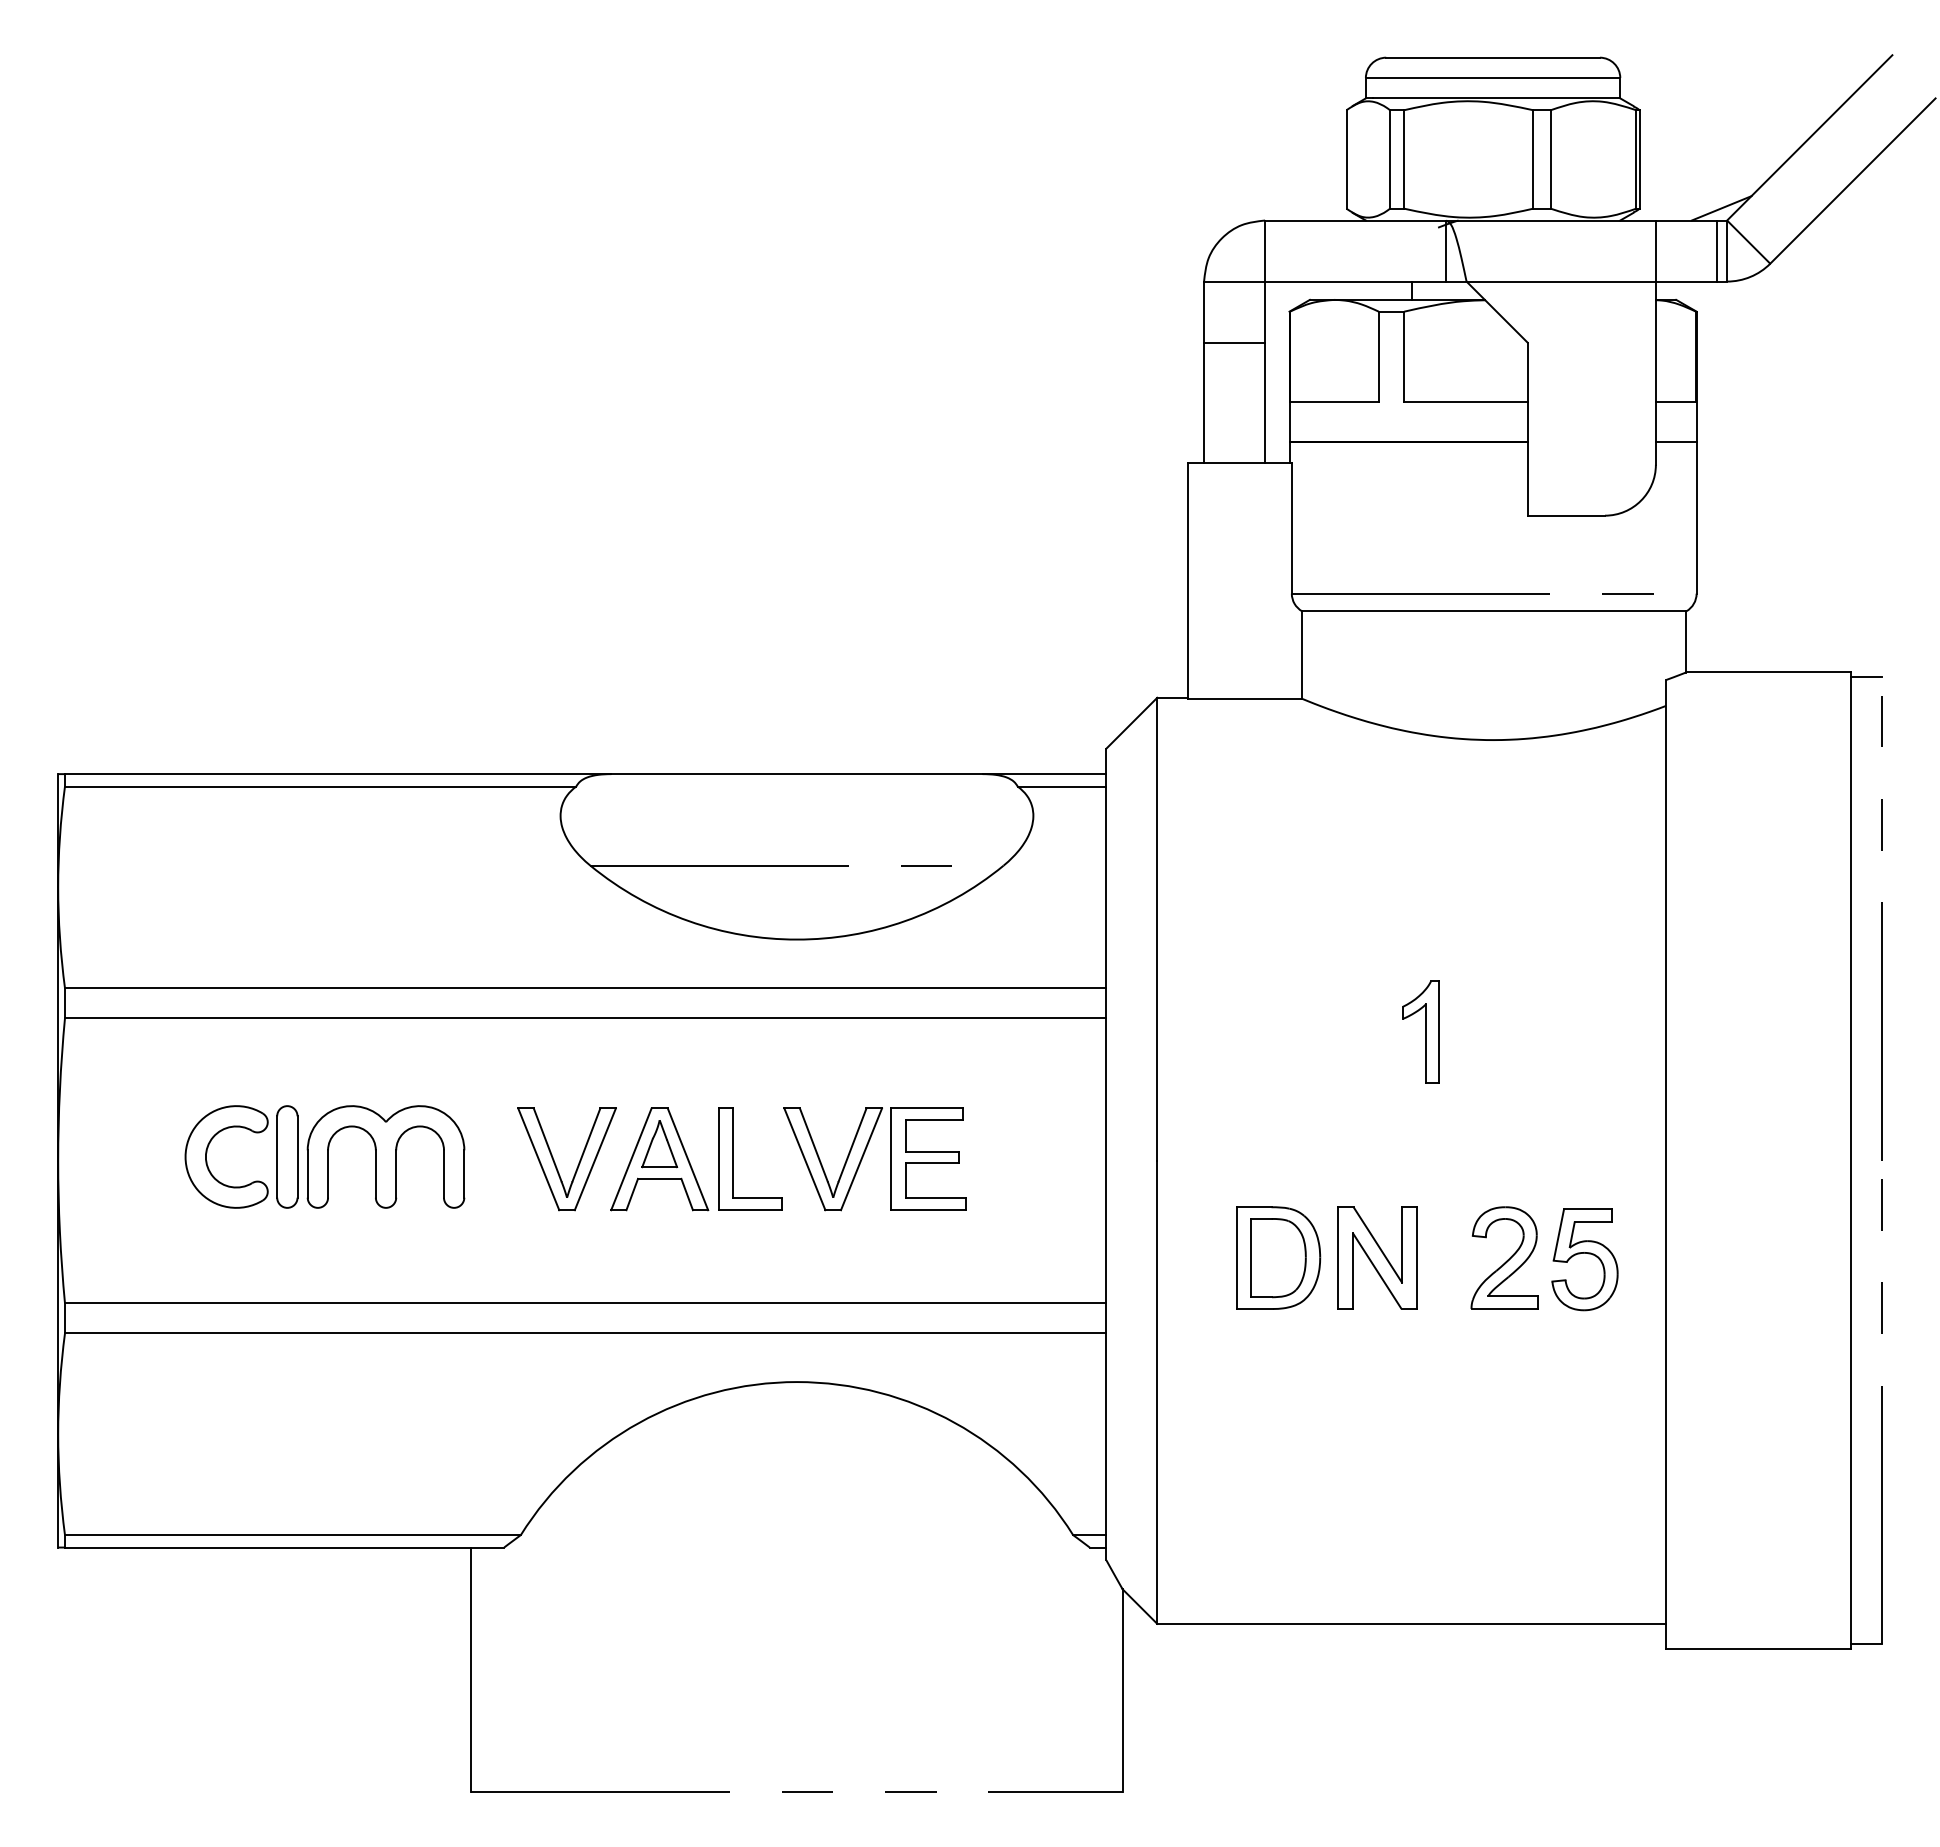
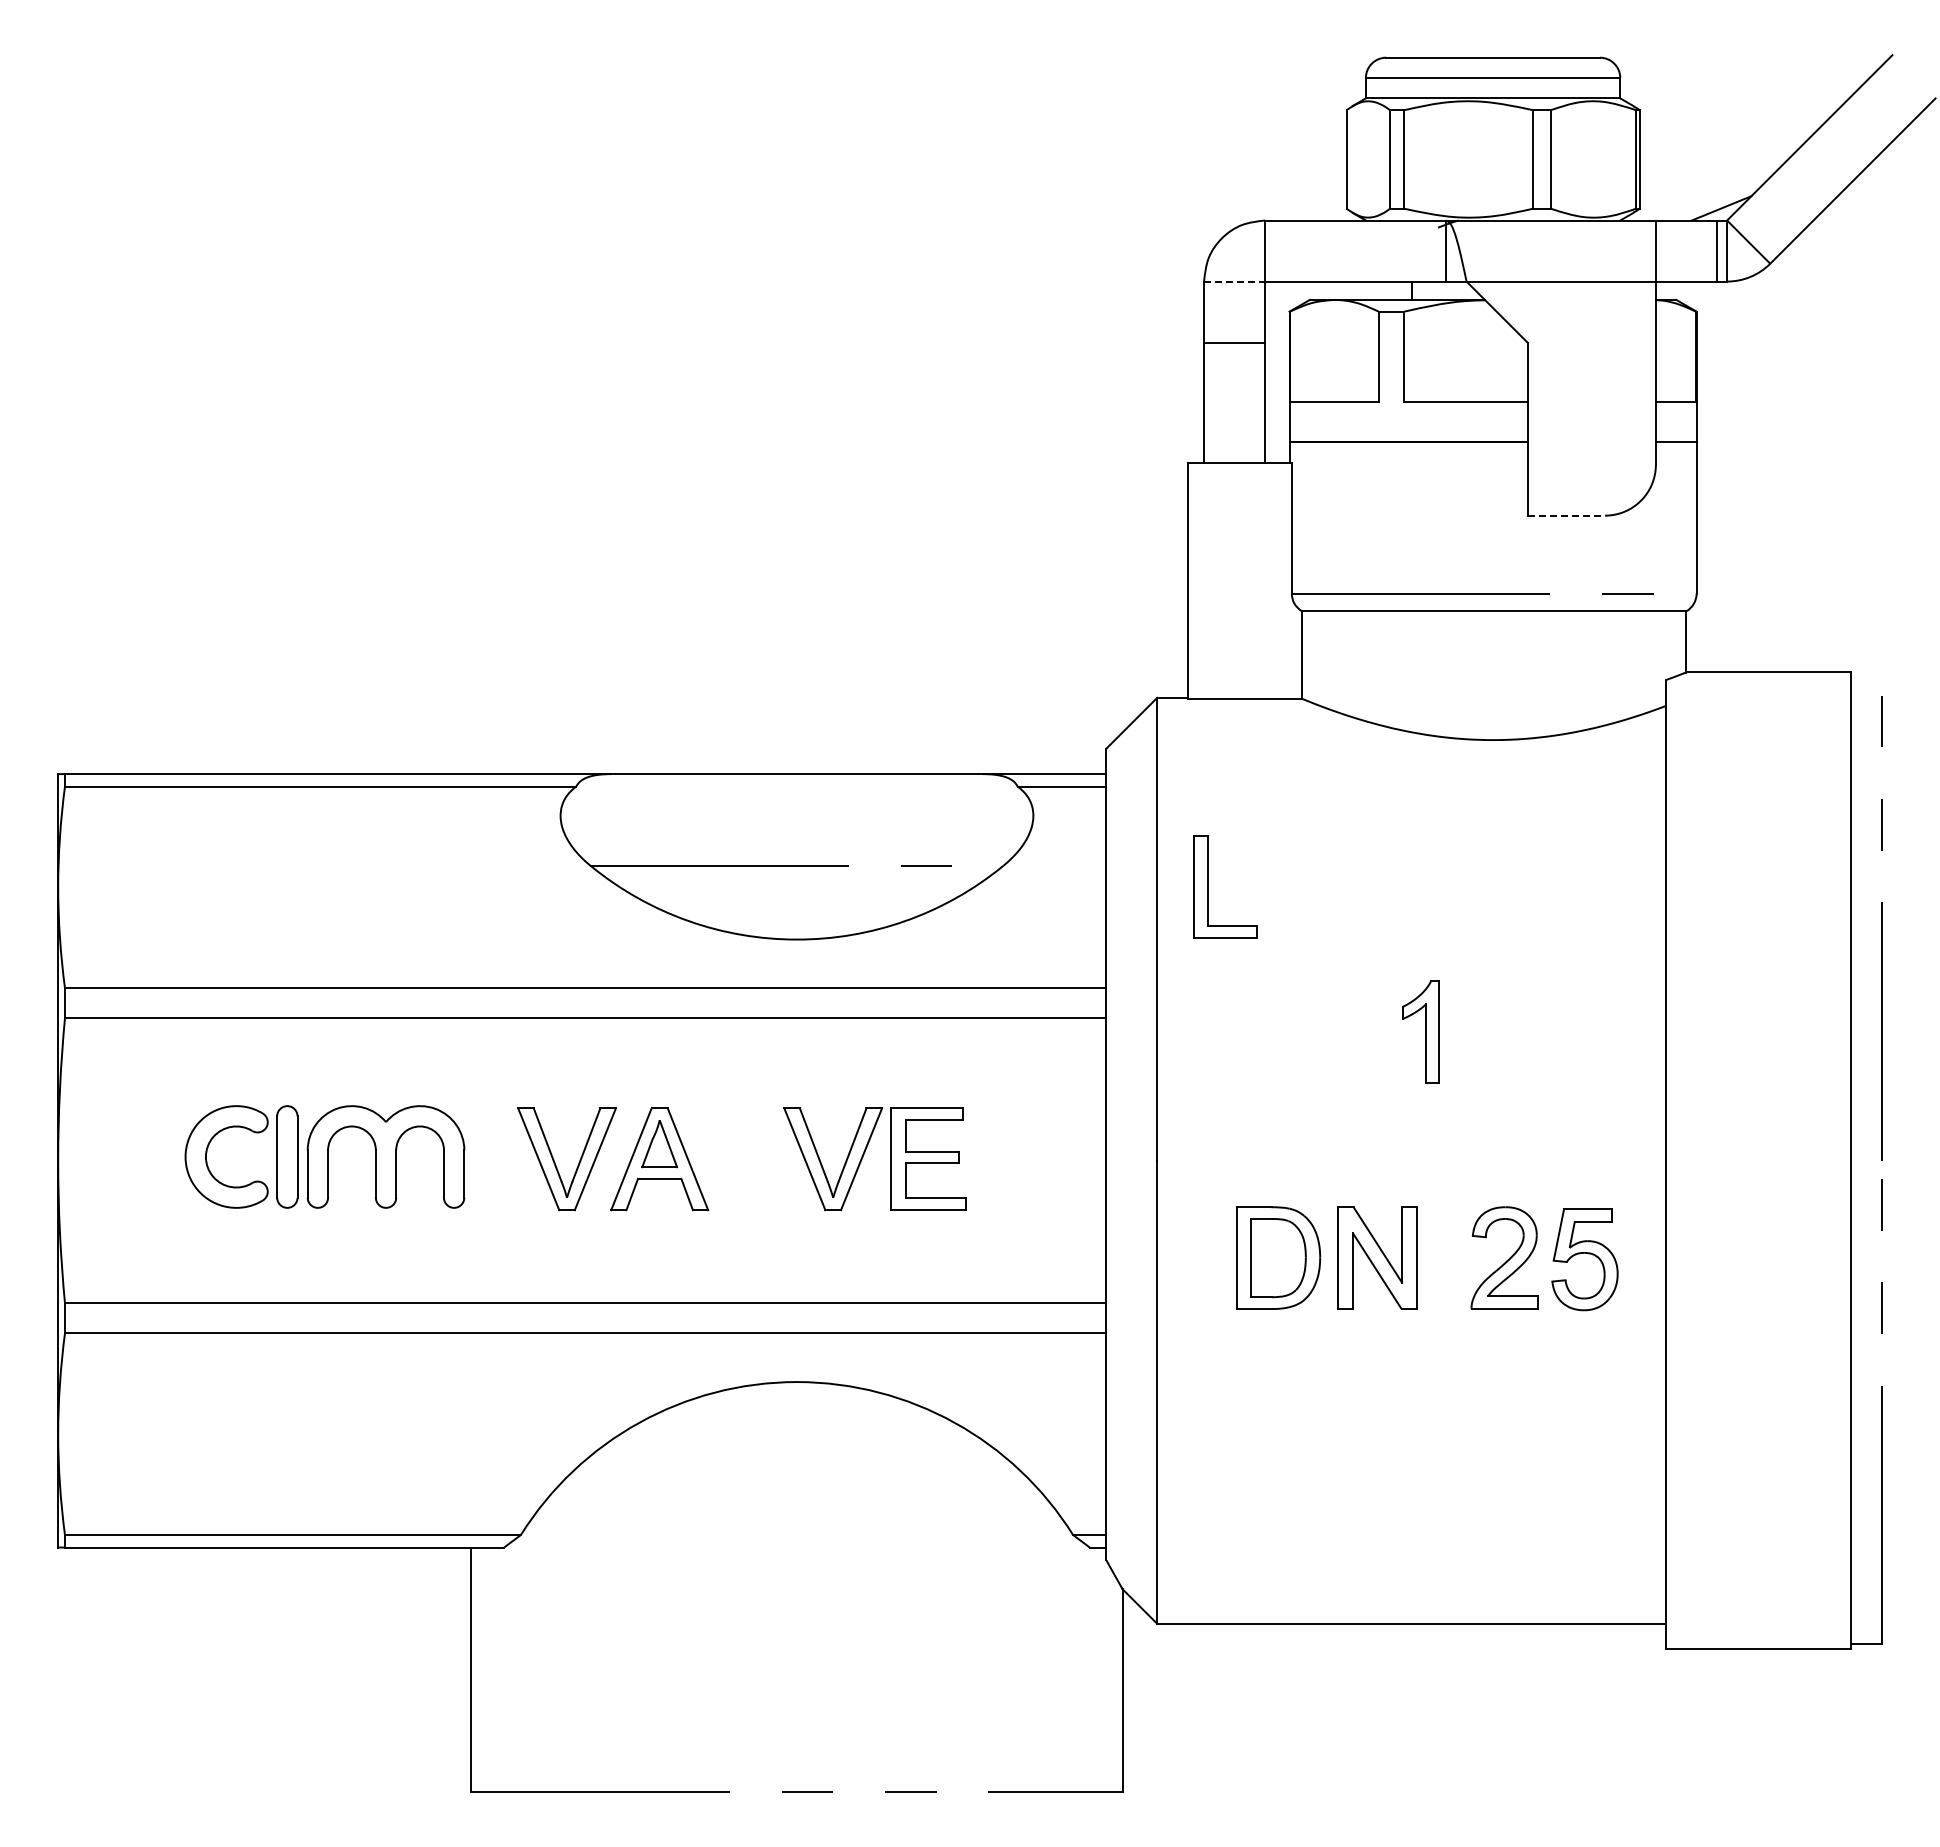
line at (1234, 281): solid -> dashed
line at (1566, 515): solid -> dashed
line at (1866, 677): present -> none
part at (733, 1158) position: (733, 1158) -> (1208, 886)
